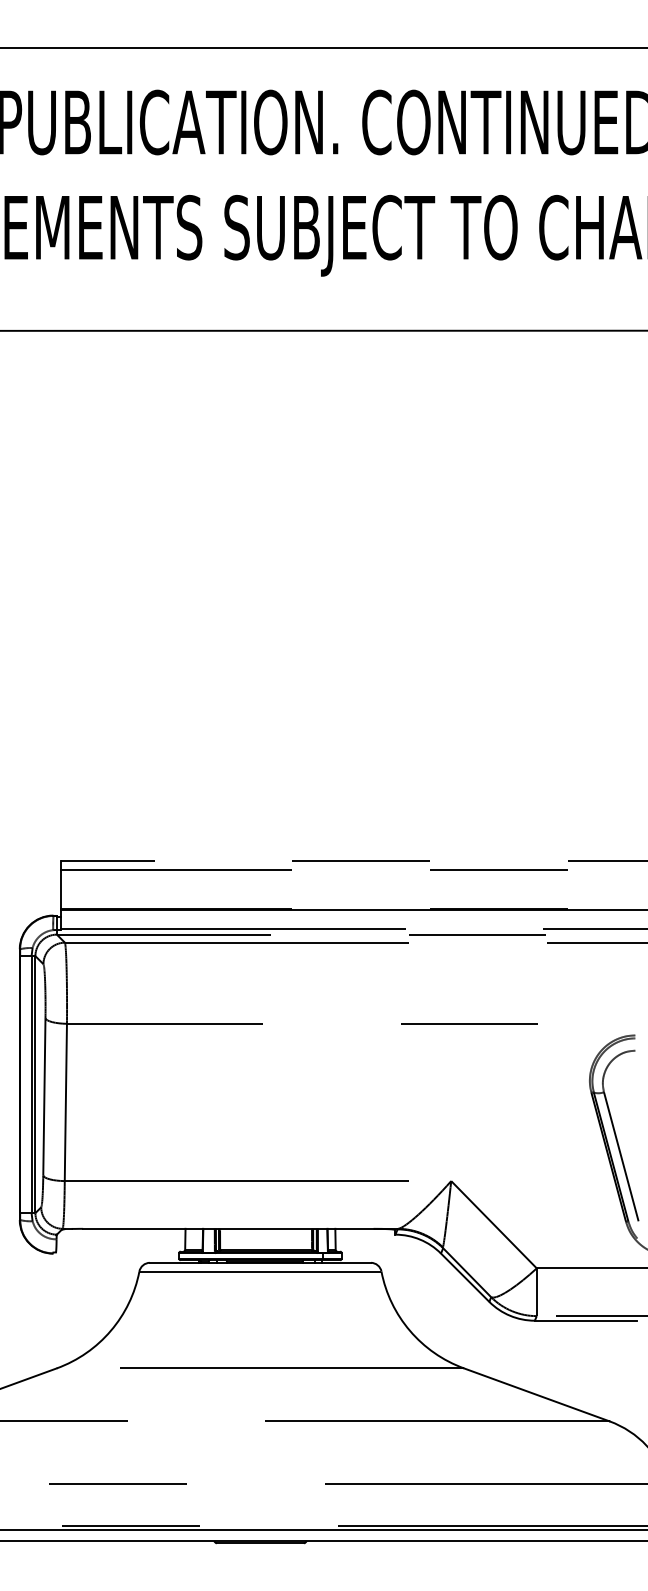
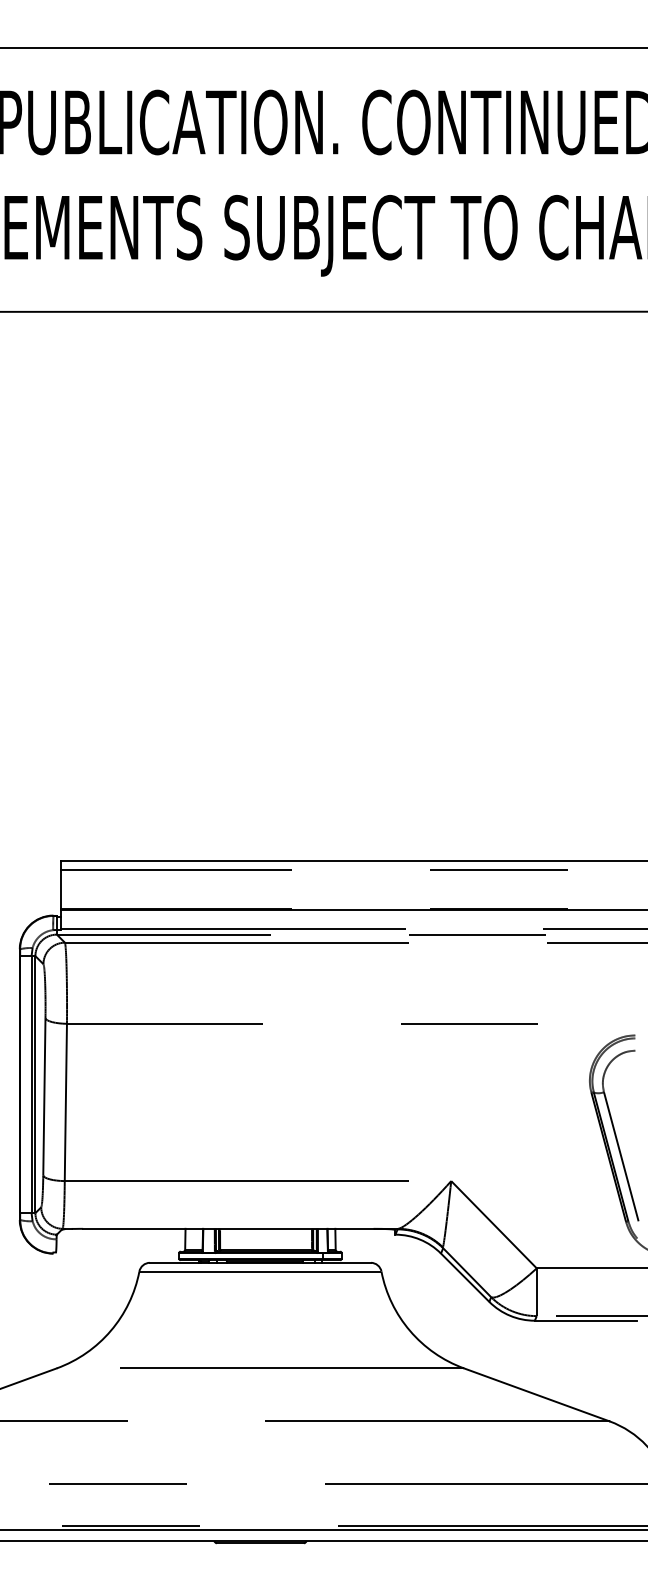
line at (323, 330) position: (323, 330) -> (323, 311)
line at (354, 861): dashed -> solid
